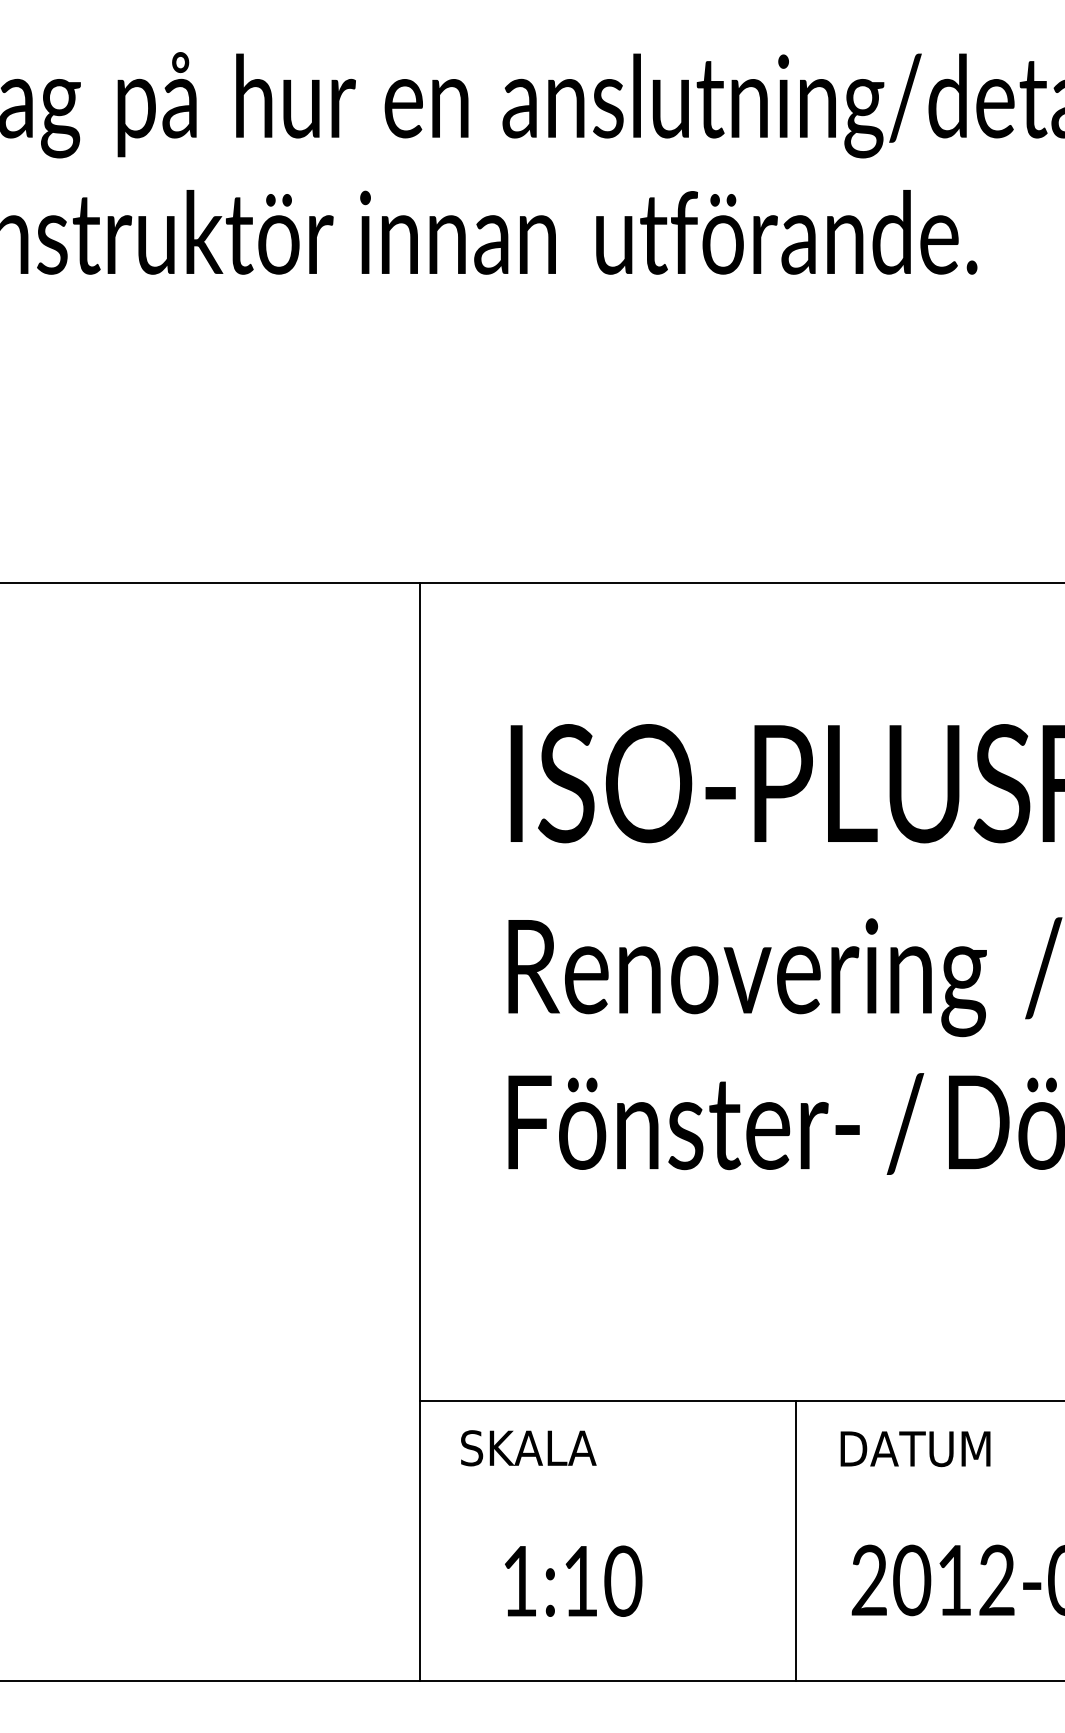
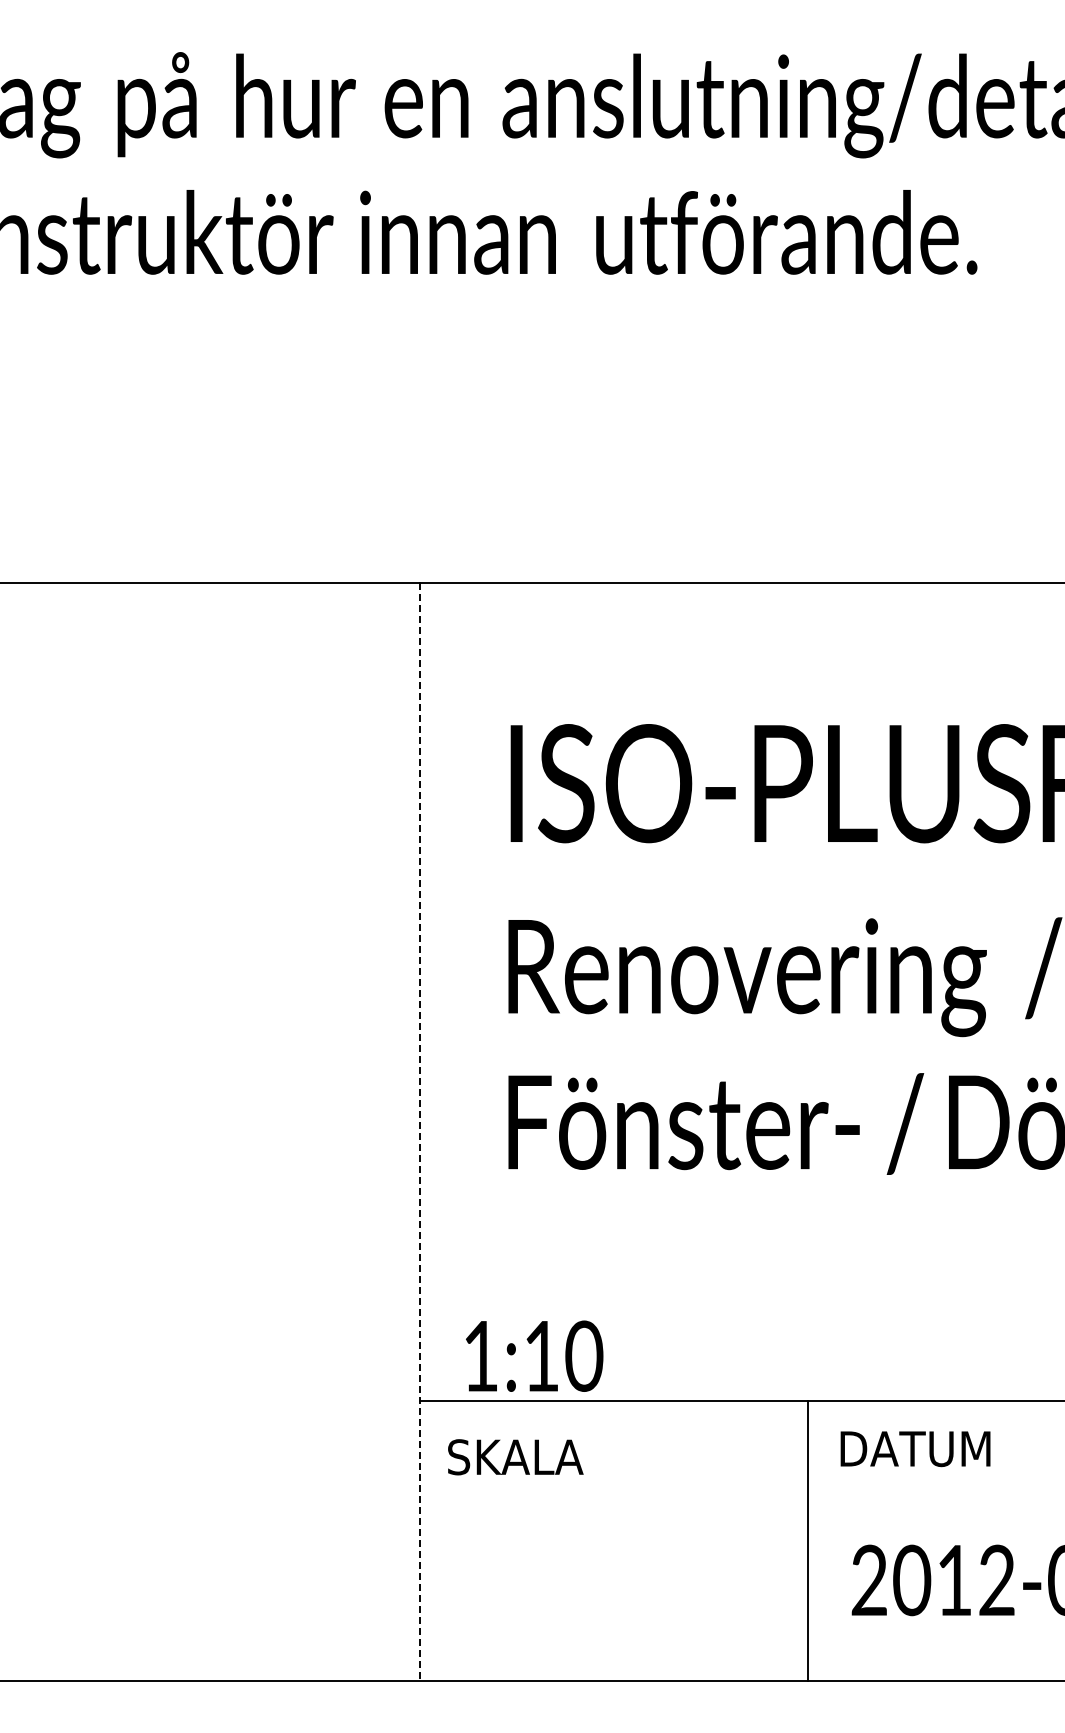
line at (420, 1132): solid -> dashed
text at (528, 1448) position: (528, 1448) -> (515, 1457)
line at (796, 1540) position: (796, 1540) -> (808, 1540)
text at (573, 1580) position: (573, 1580) -> (534, 1355)
